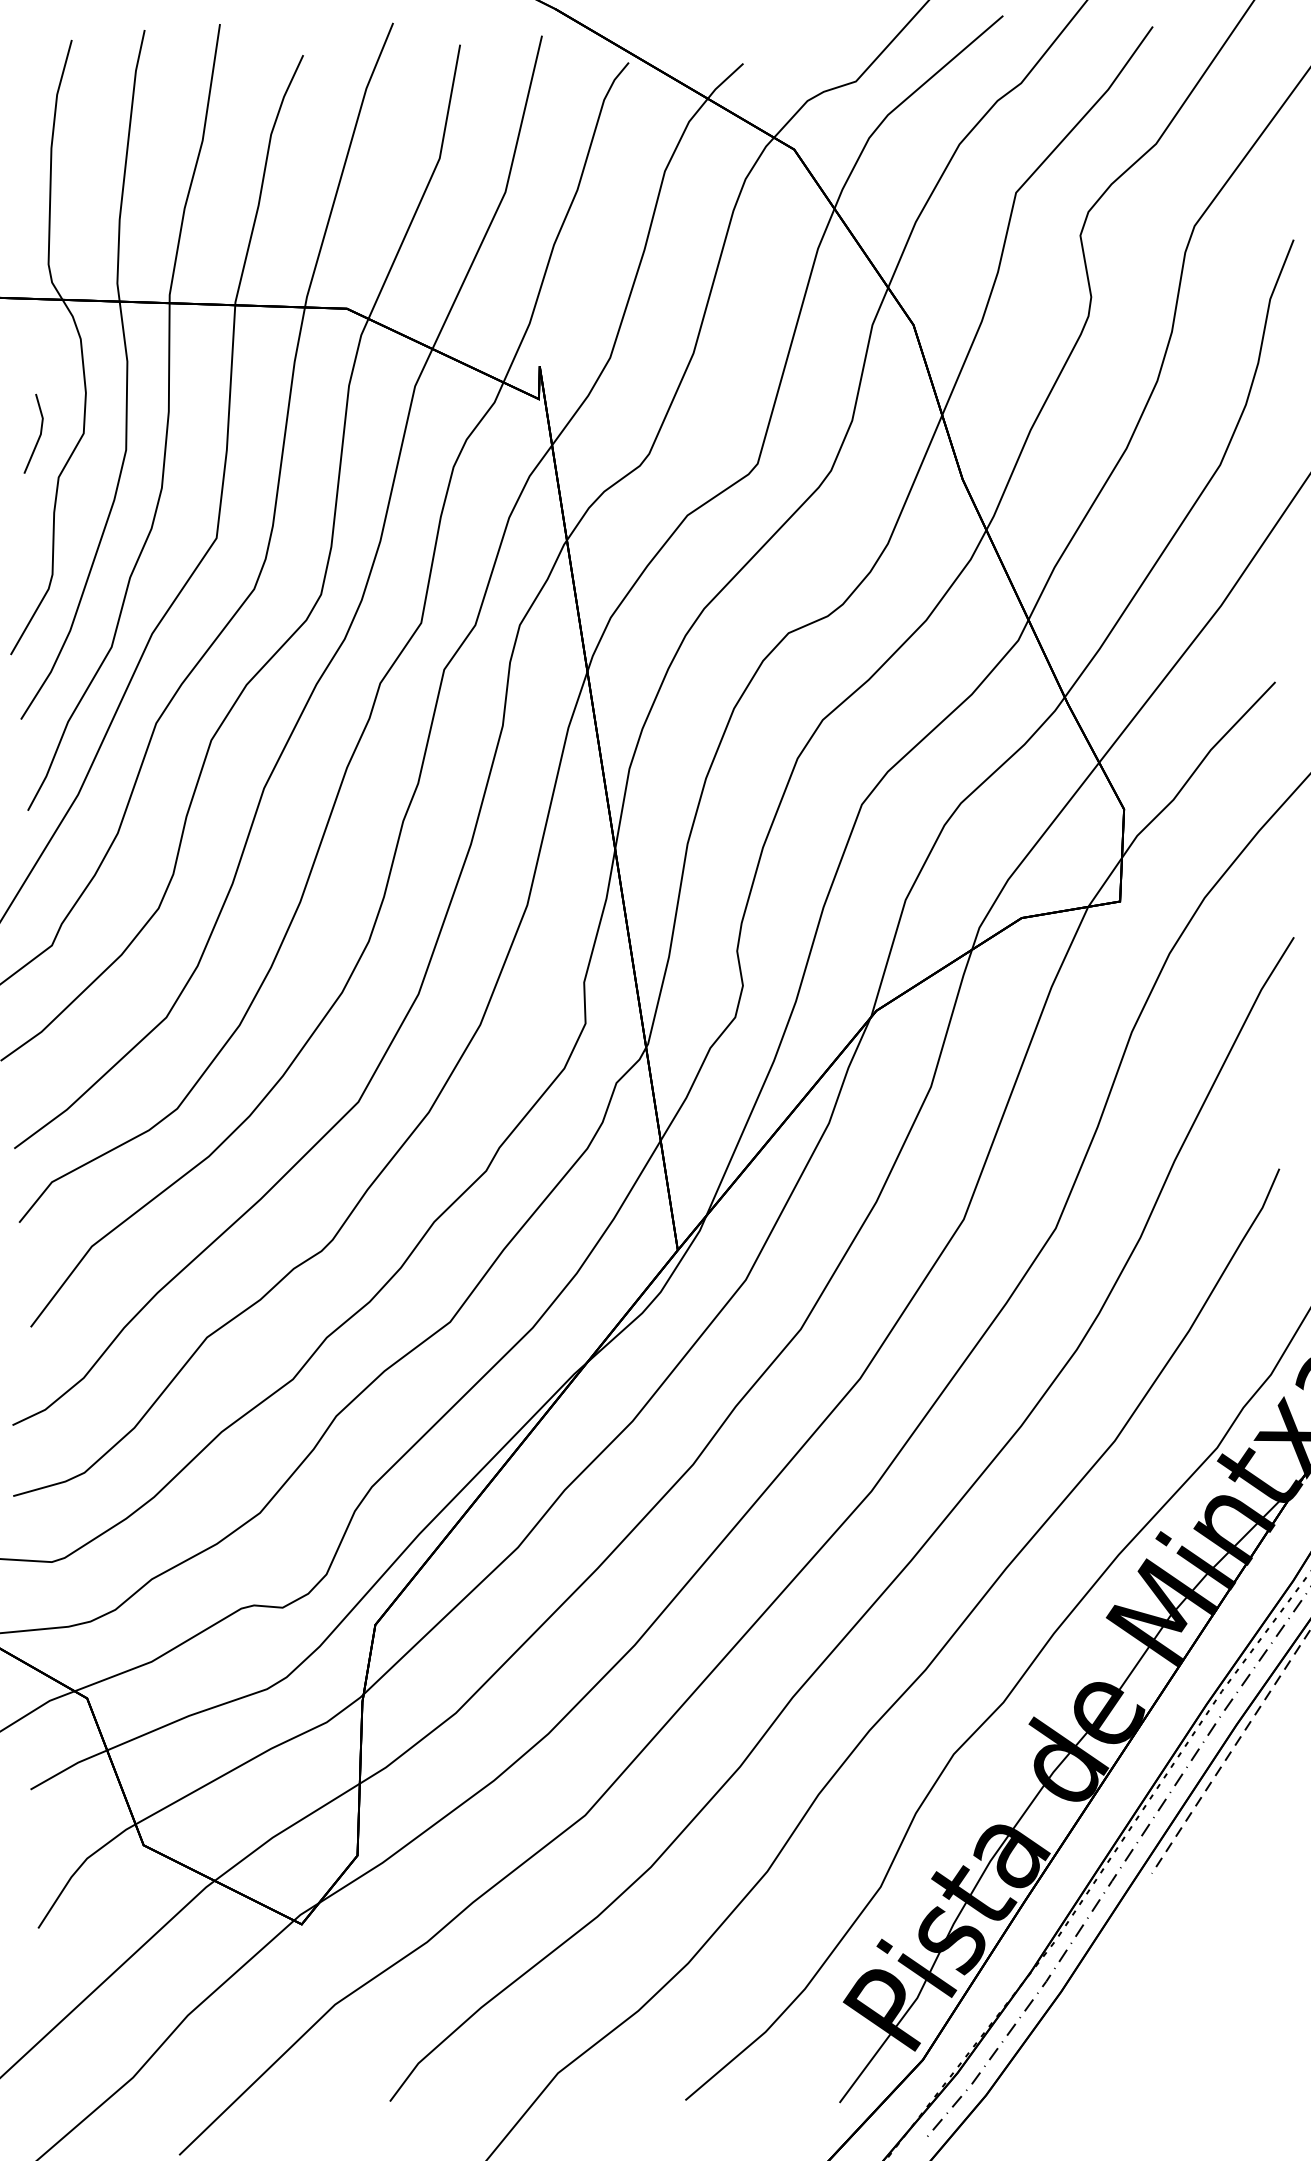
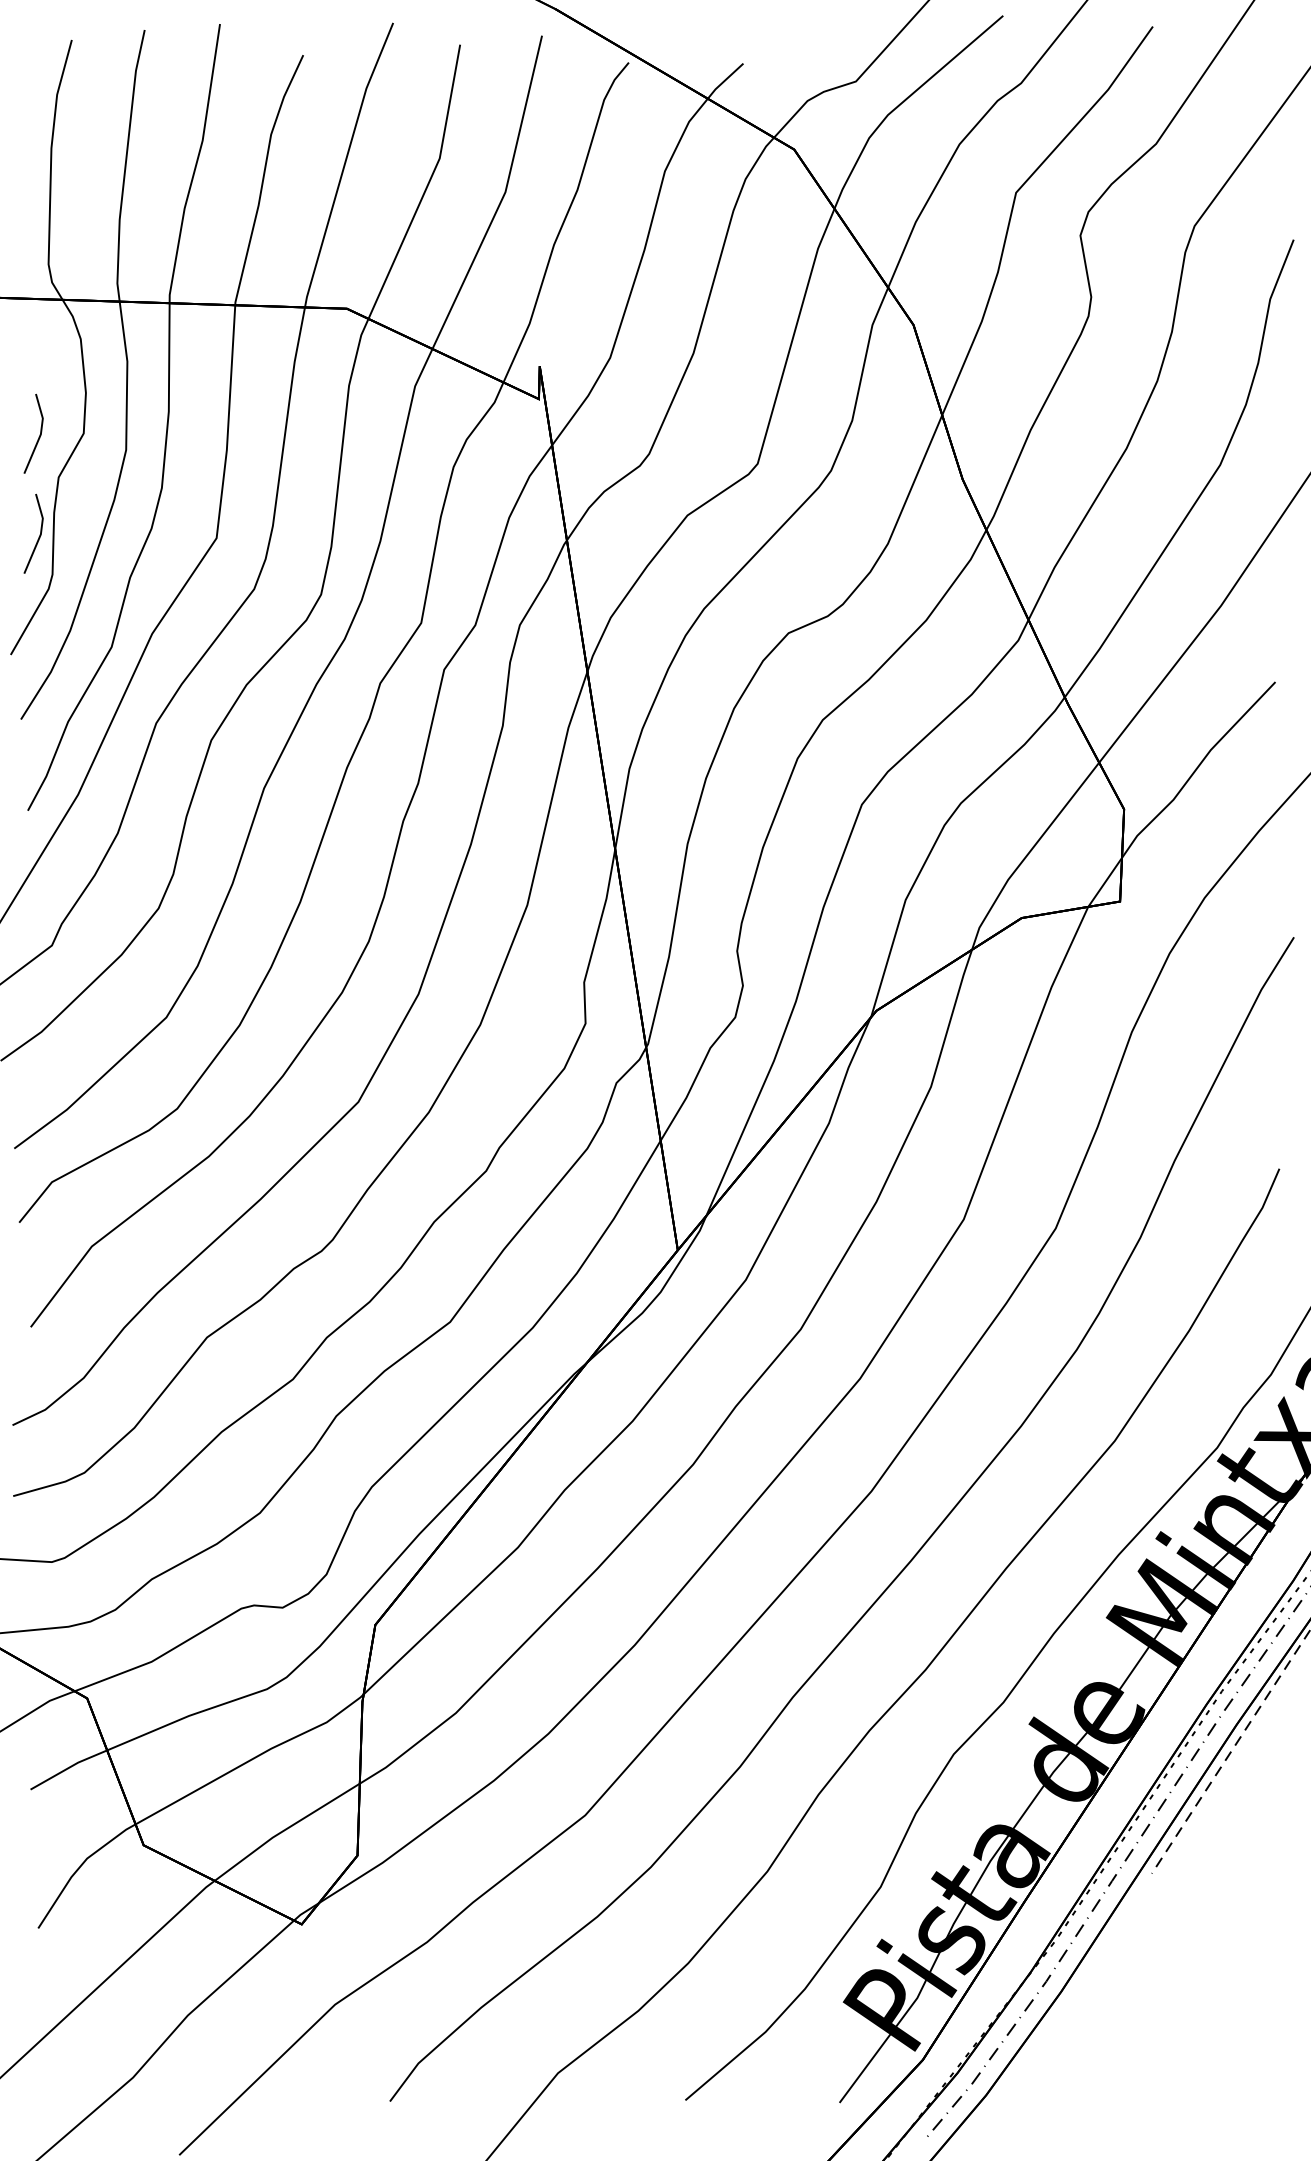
line at (39, 534): none -> present
